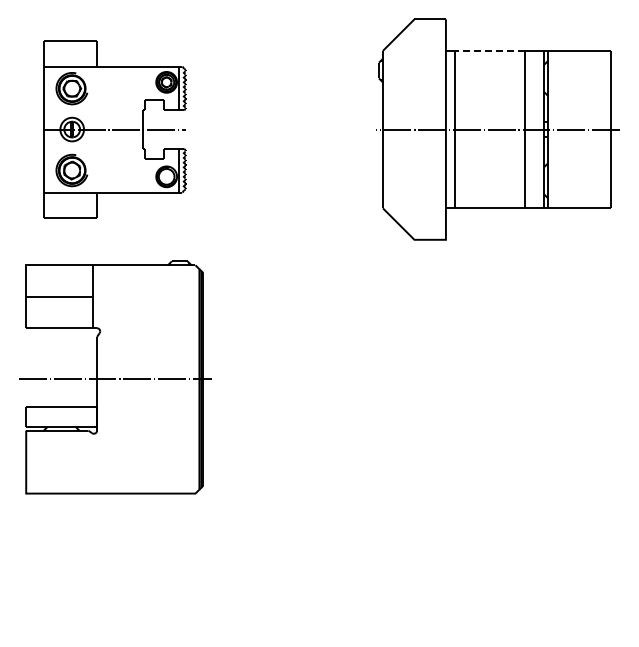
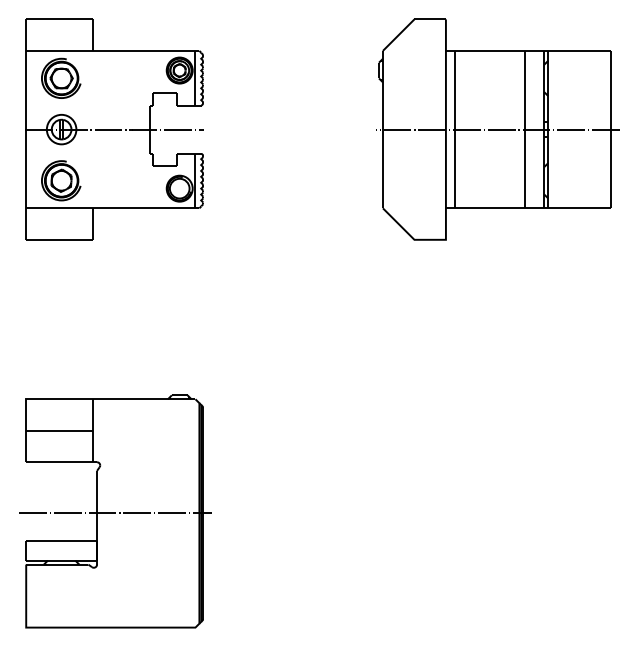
line at (489, 50): dashed -> solid
part at (114, 129) size: 144x179 px -> 179x223 px
part at (115, 377) position: (115, 377) -> (115, 511)
